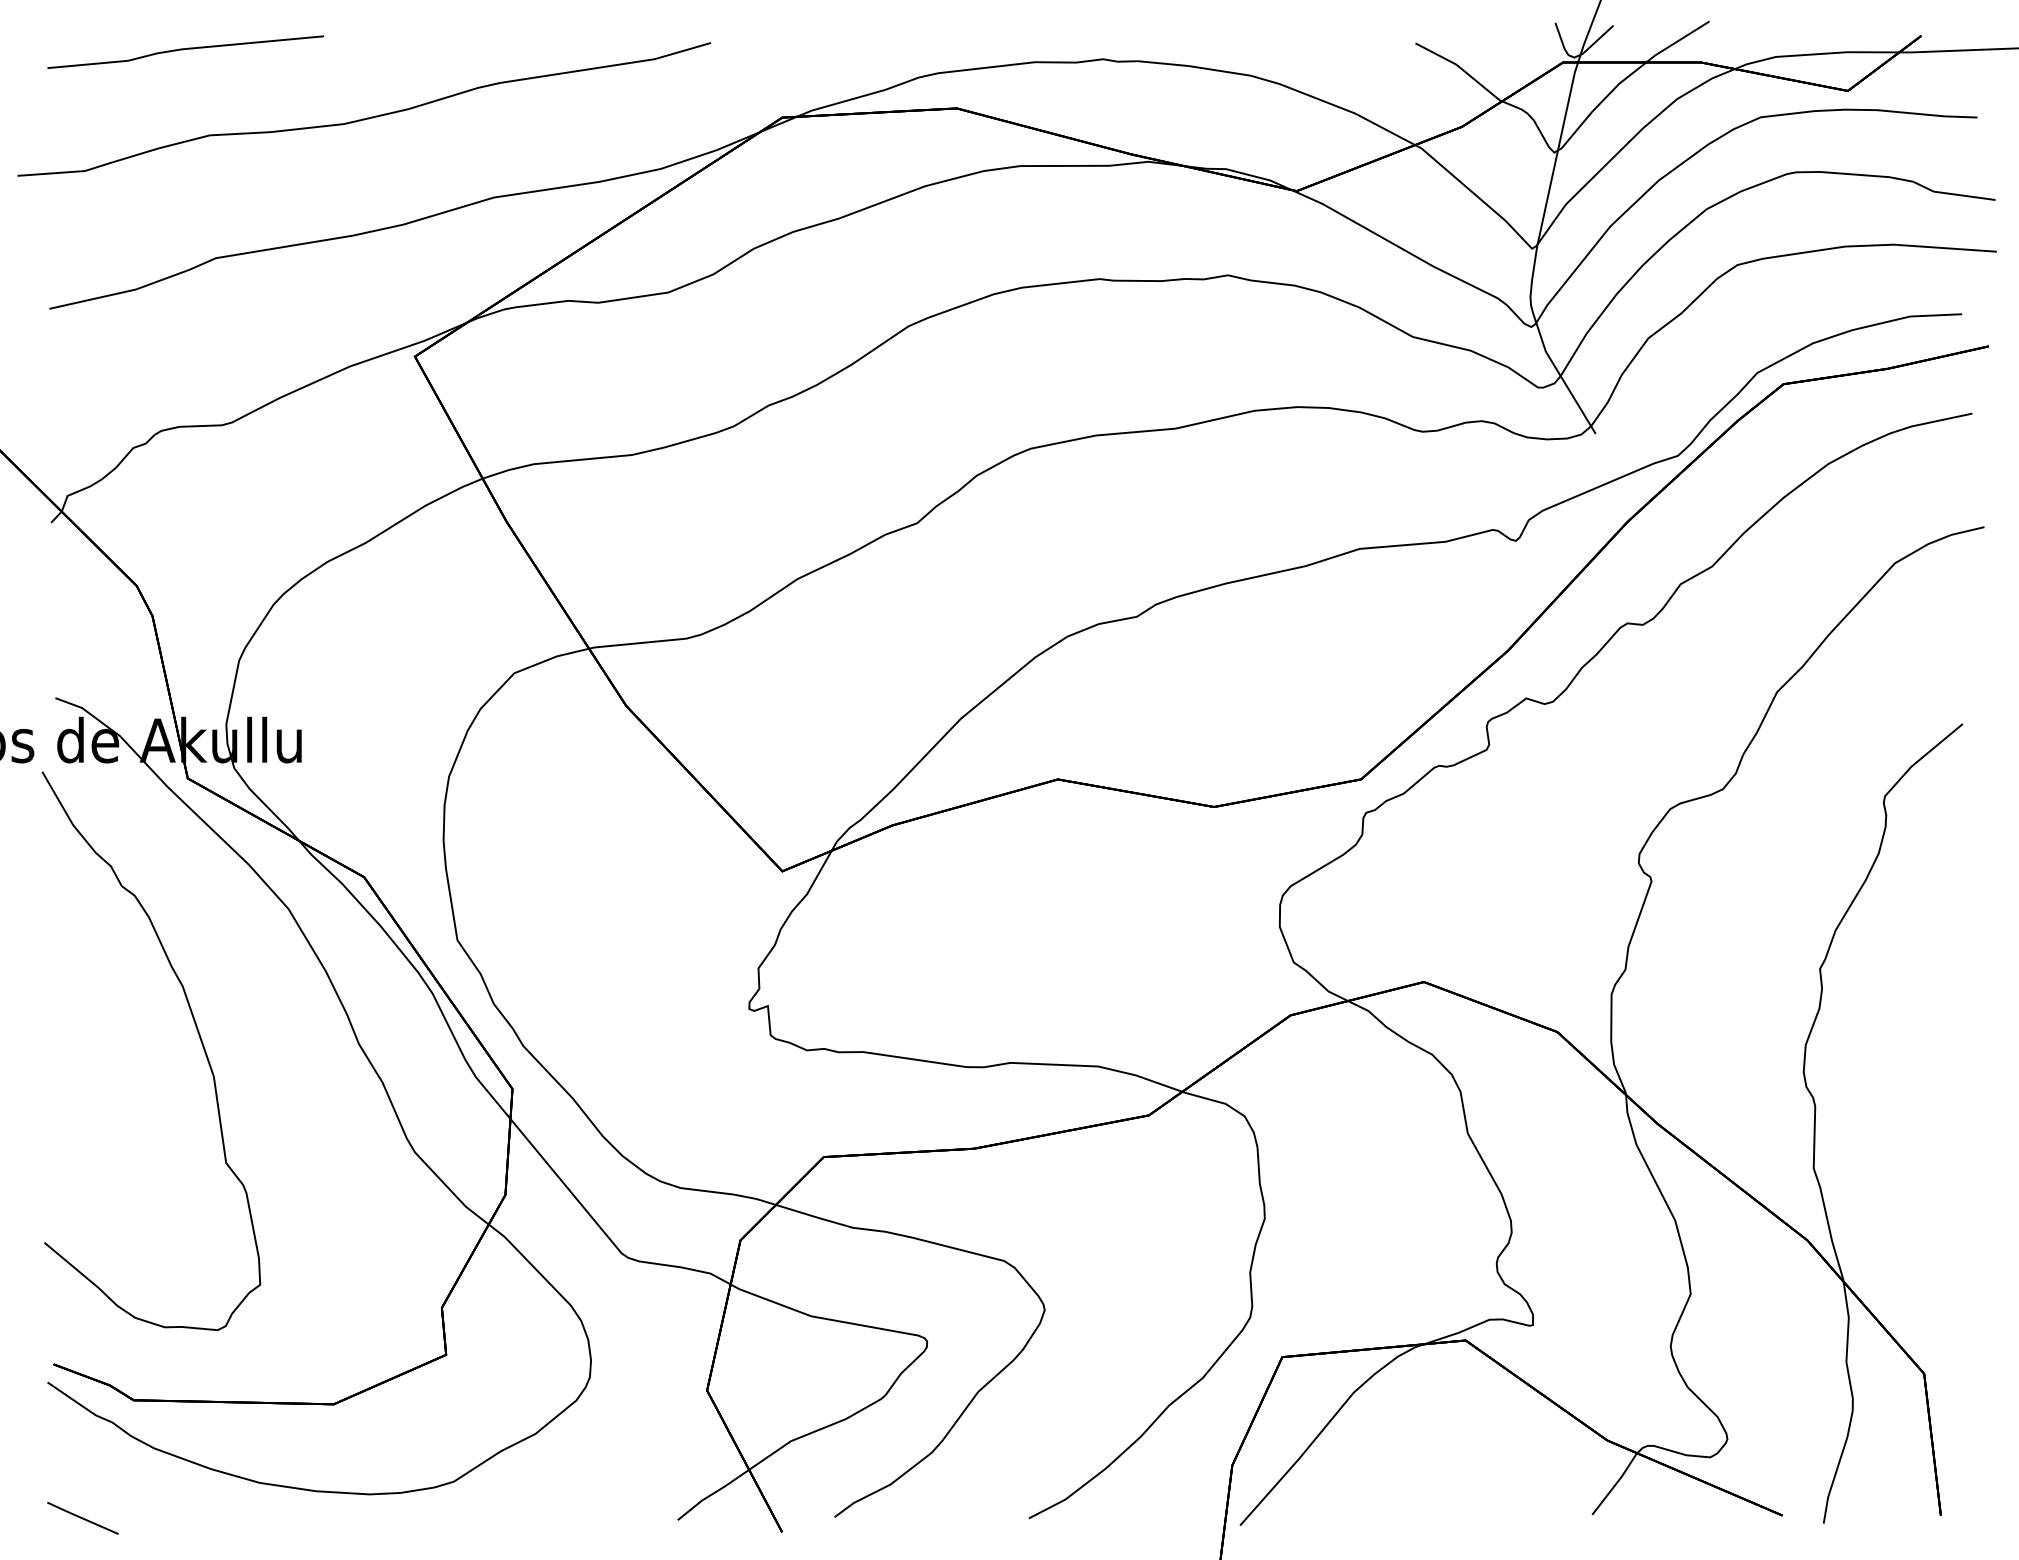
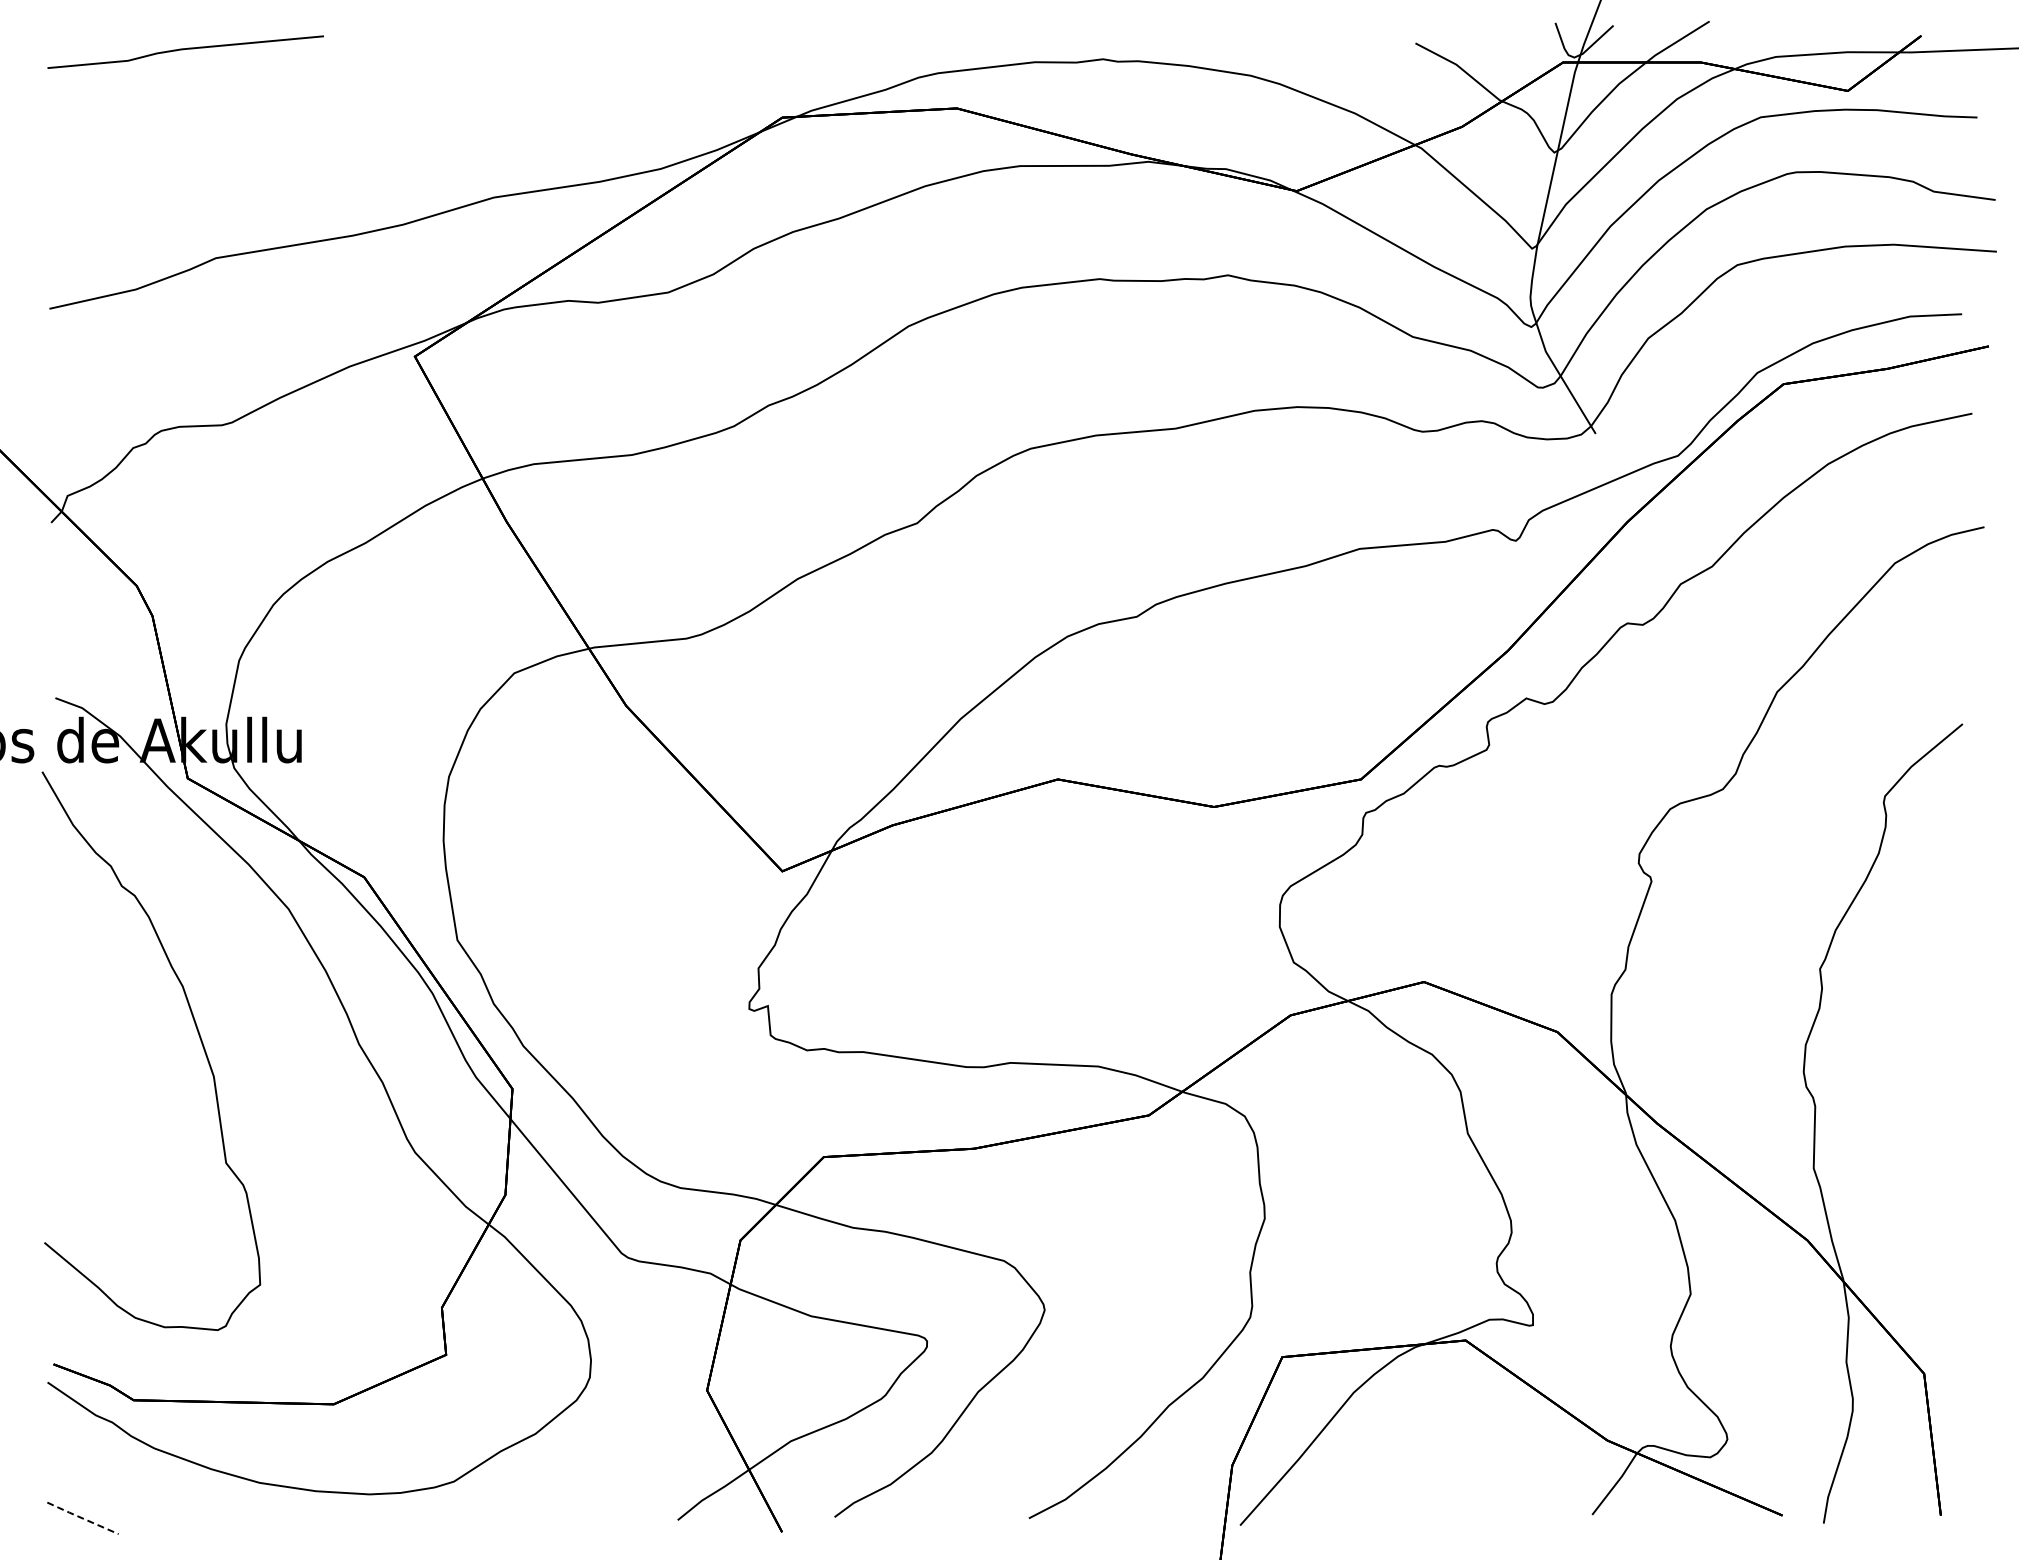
curve at (367, 117): present -> none
line at (82, 1518): solid -> dashed
